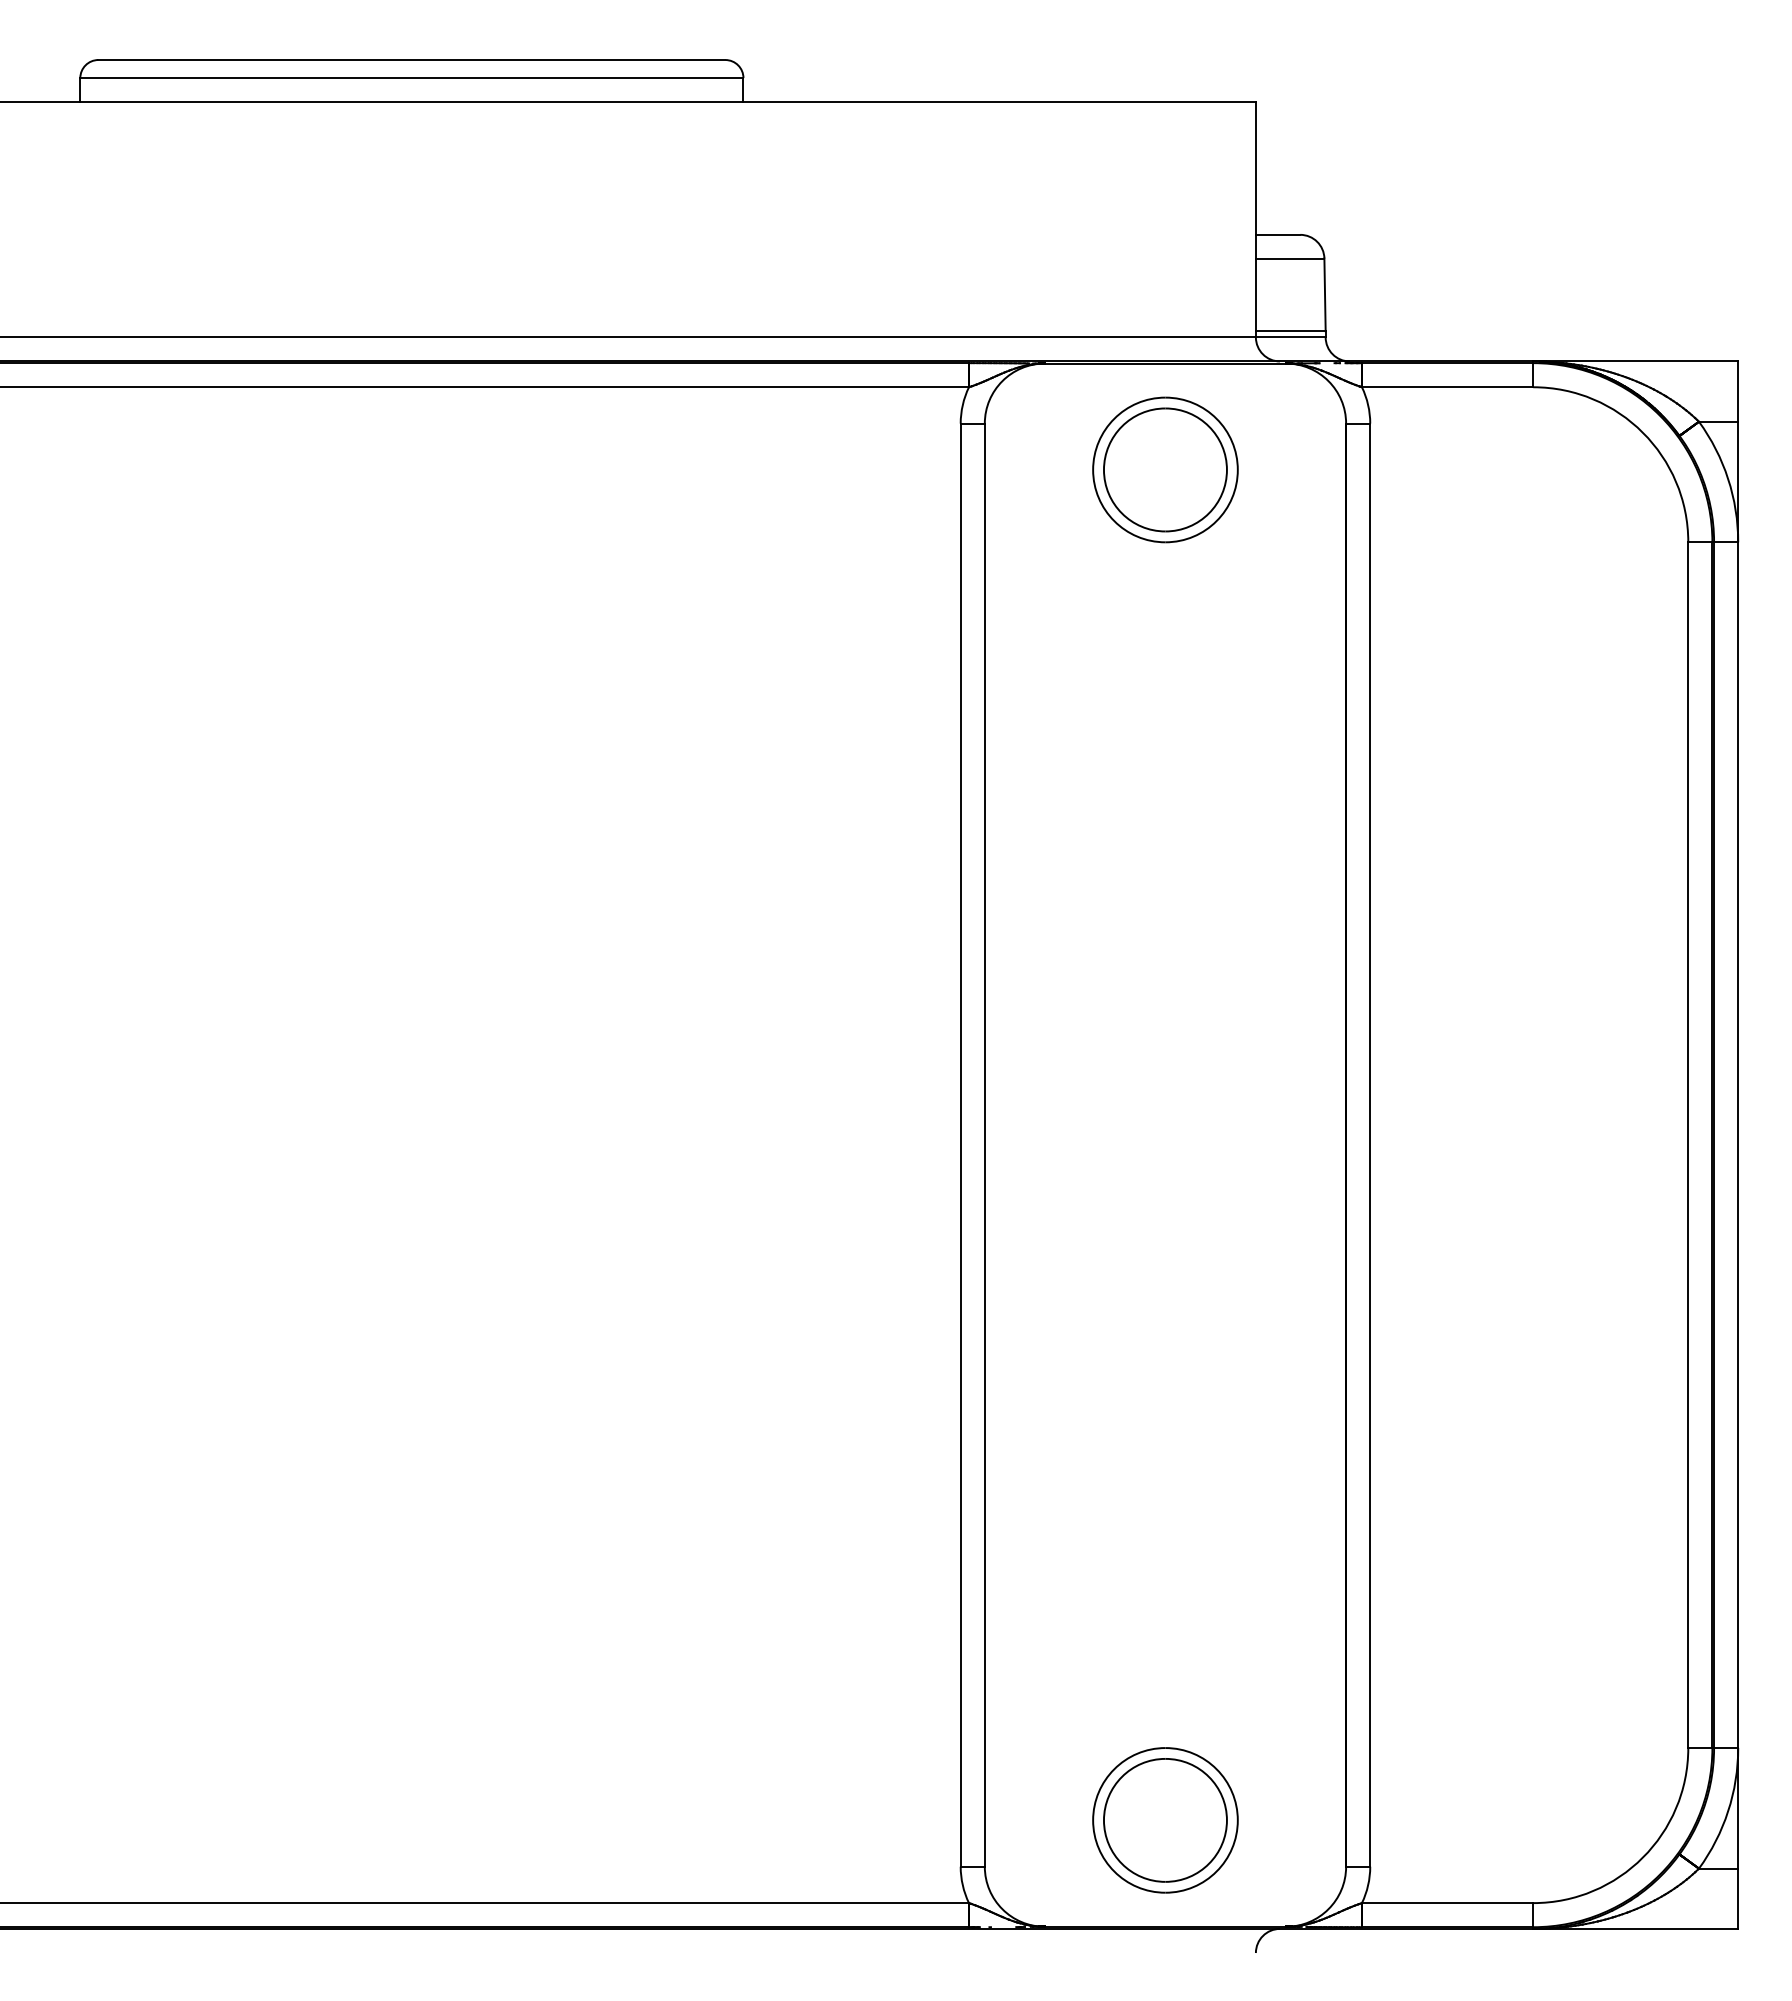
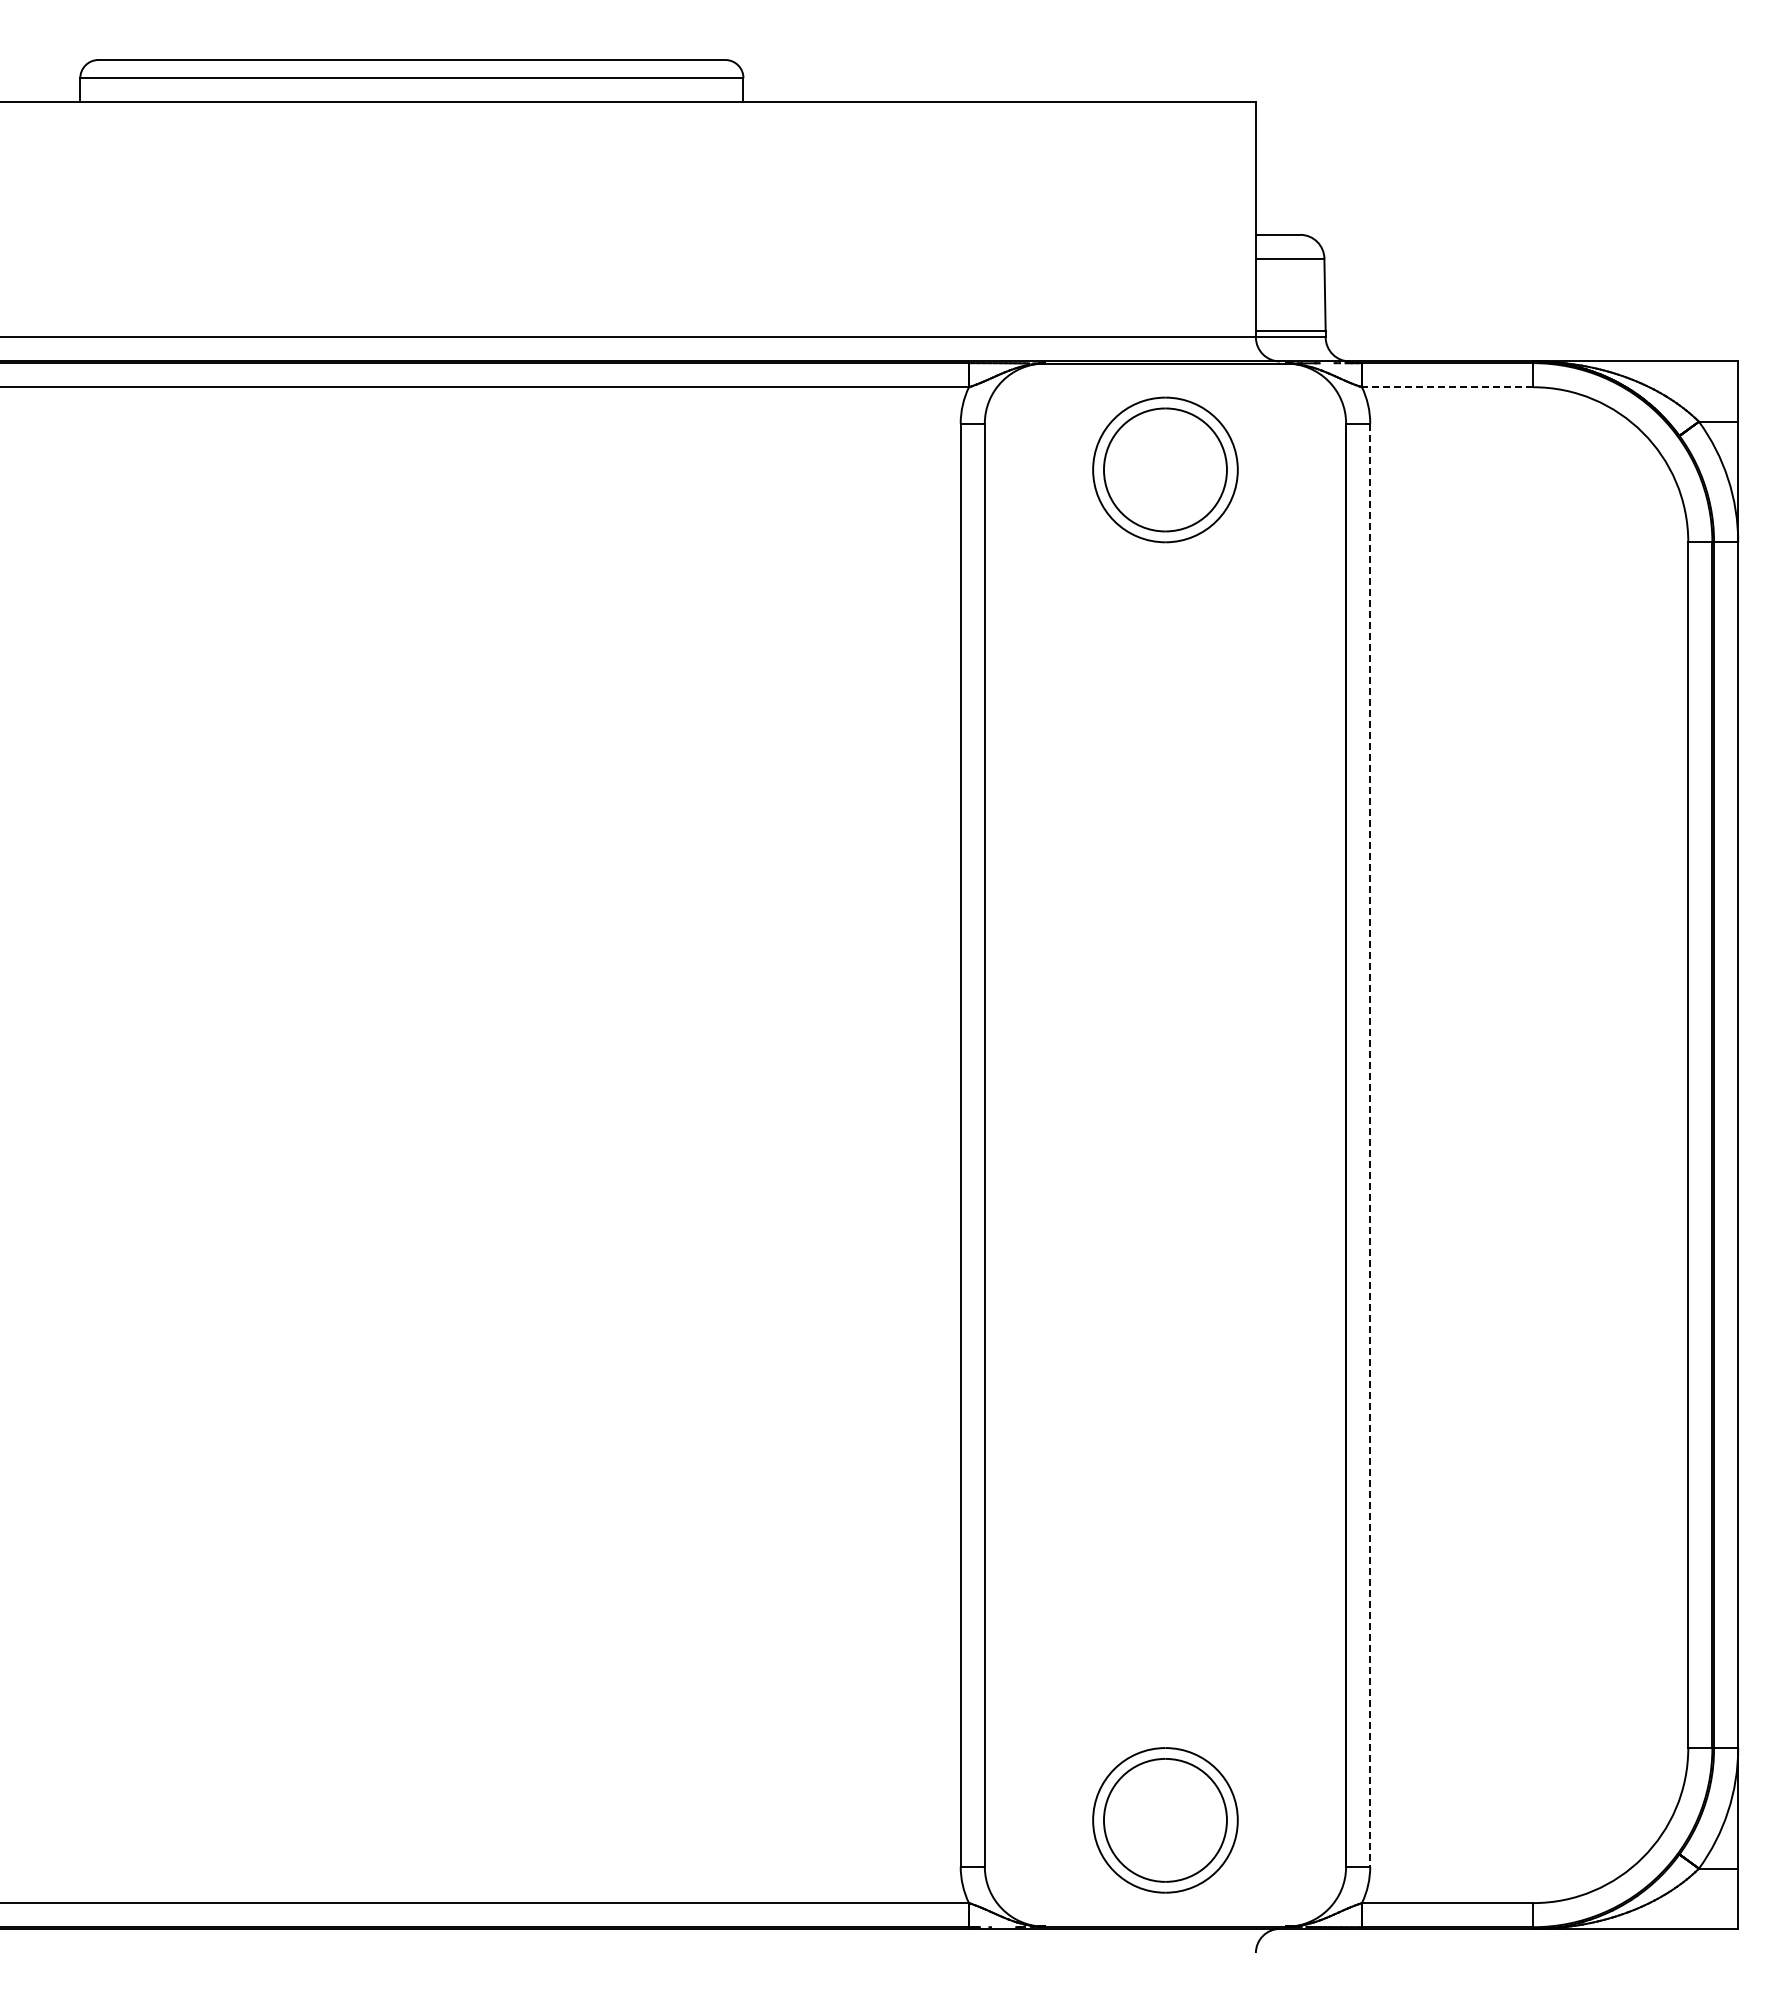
line at (1447, 387): solid -> dashed
line at (1370, 1145): solid -> dashed
